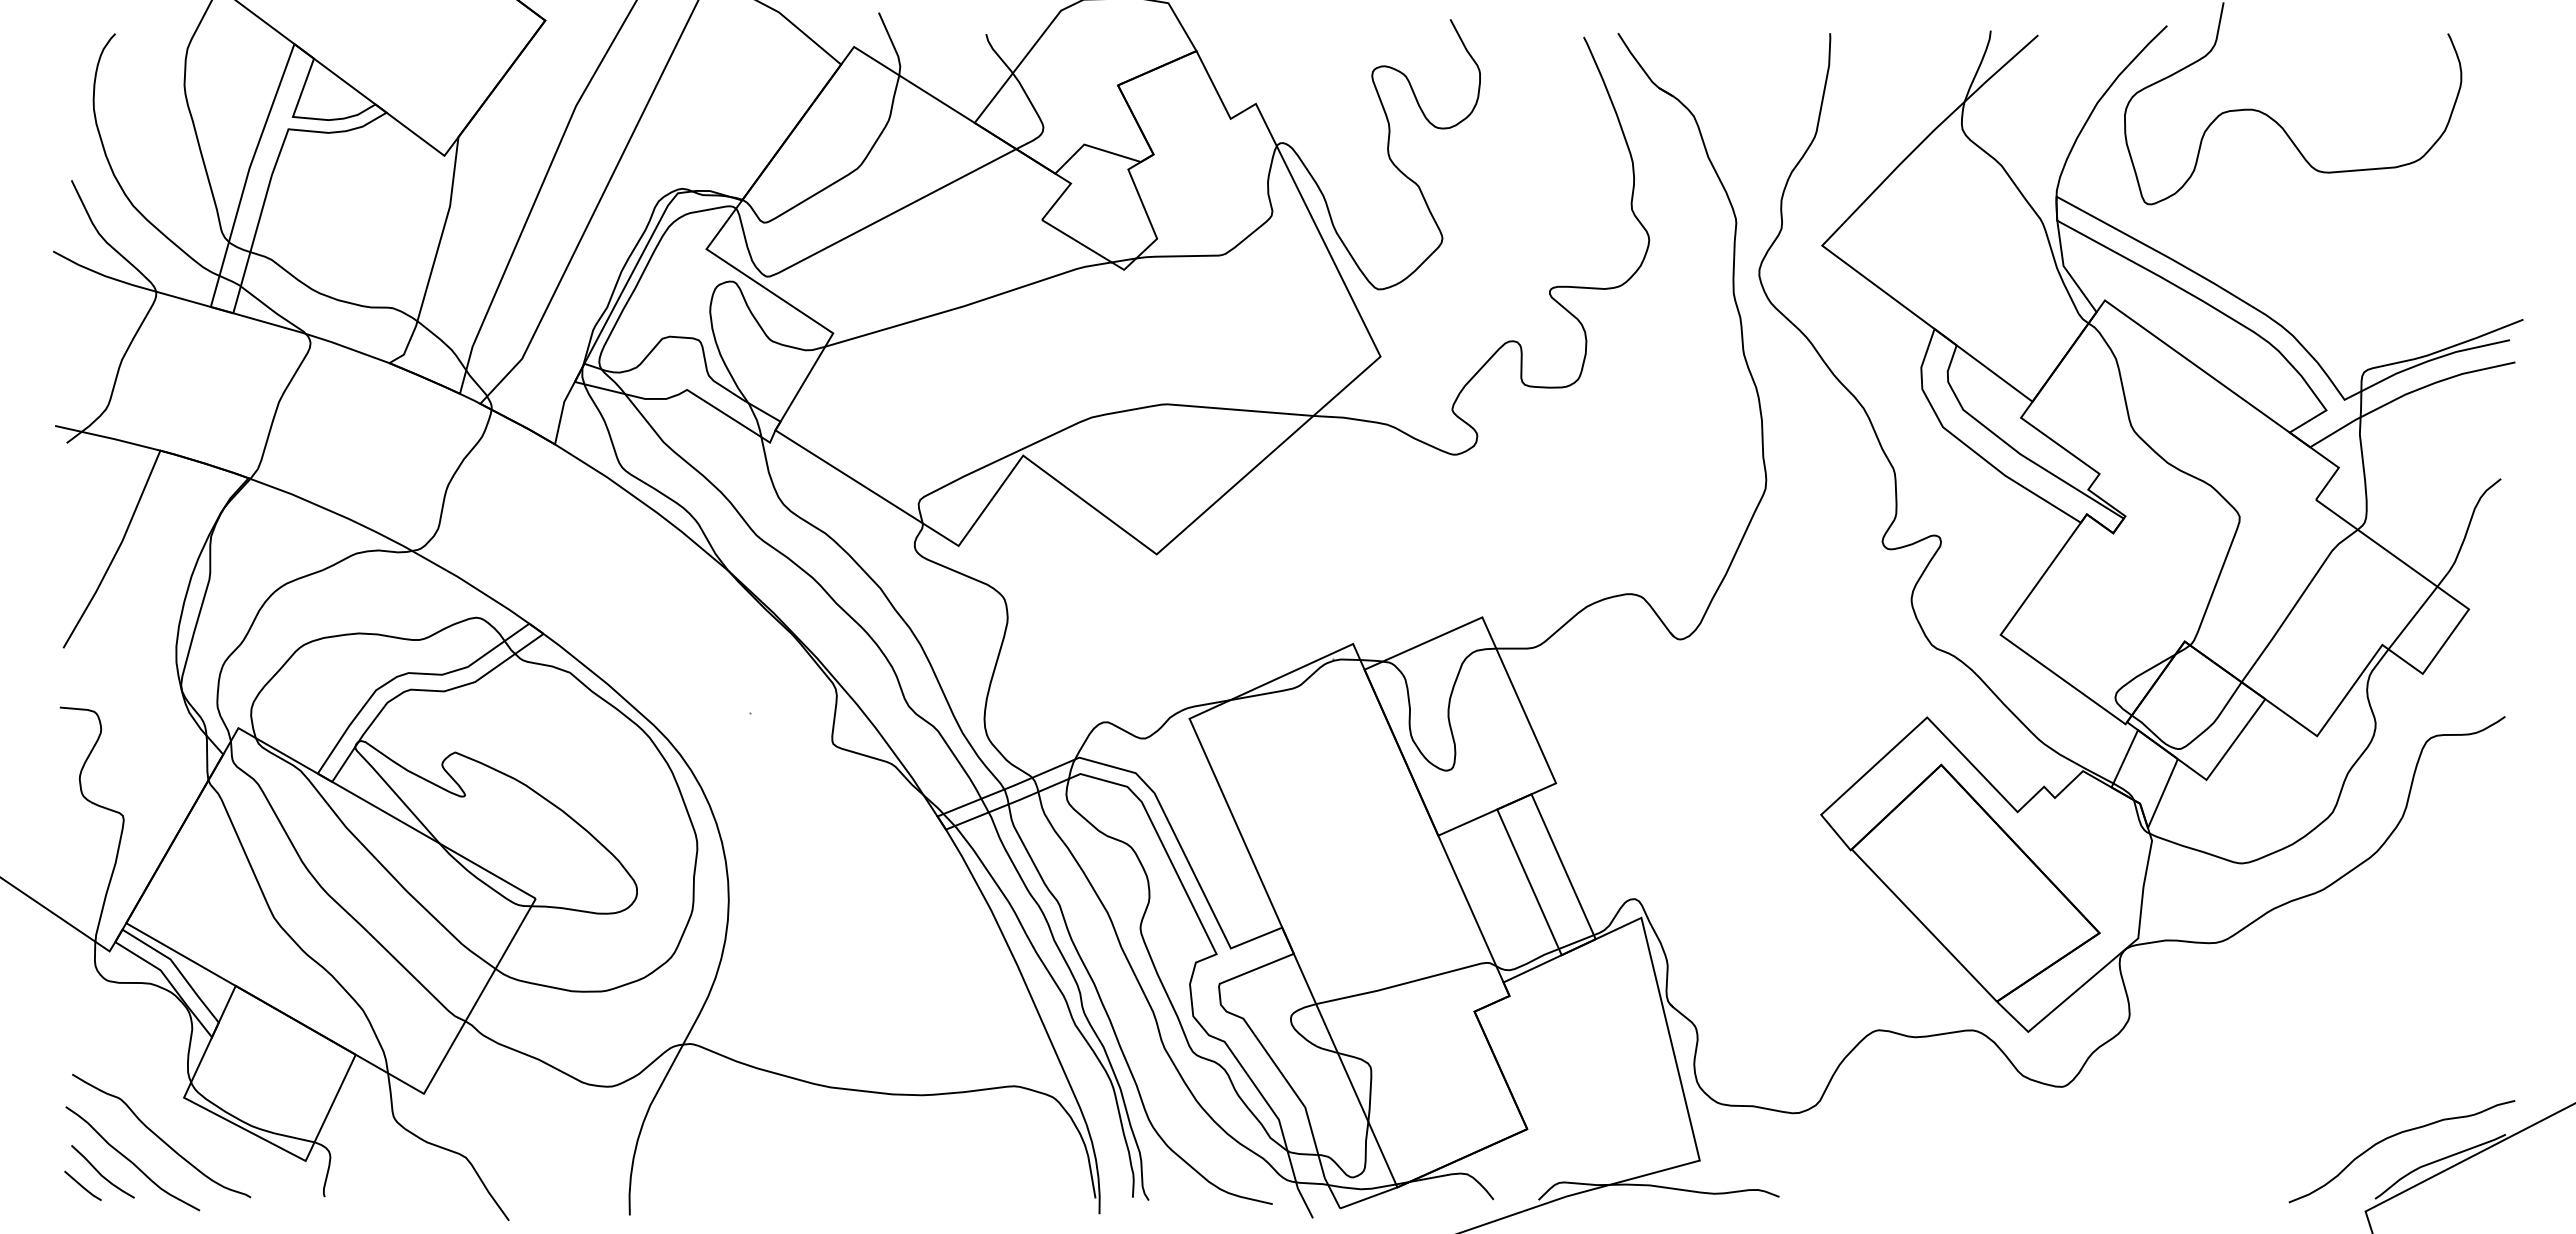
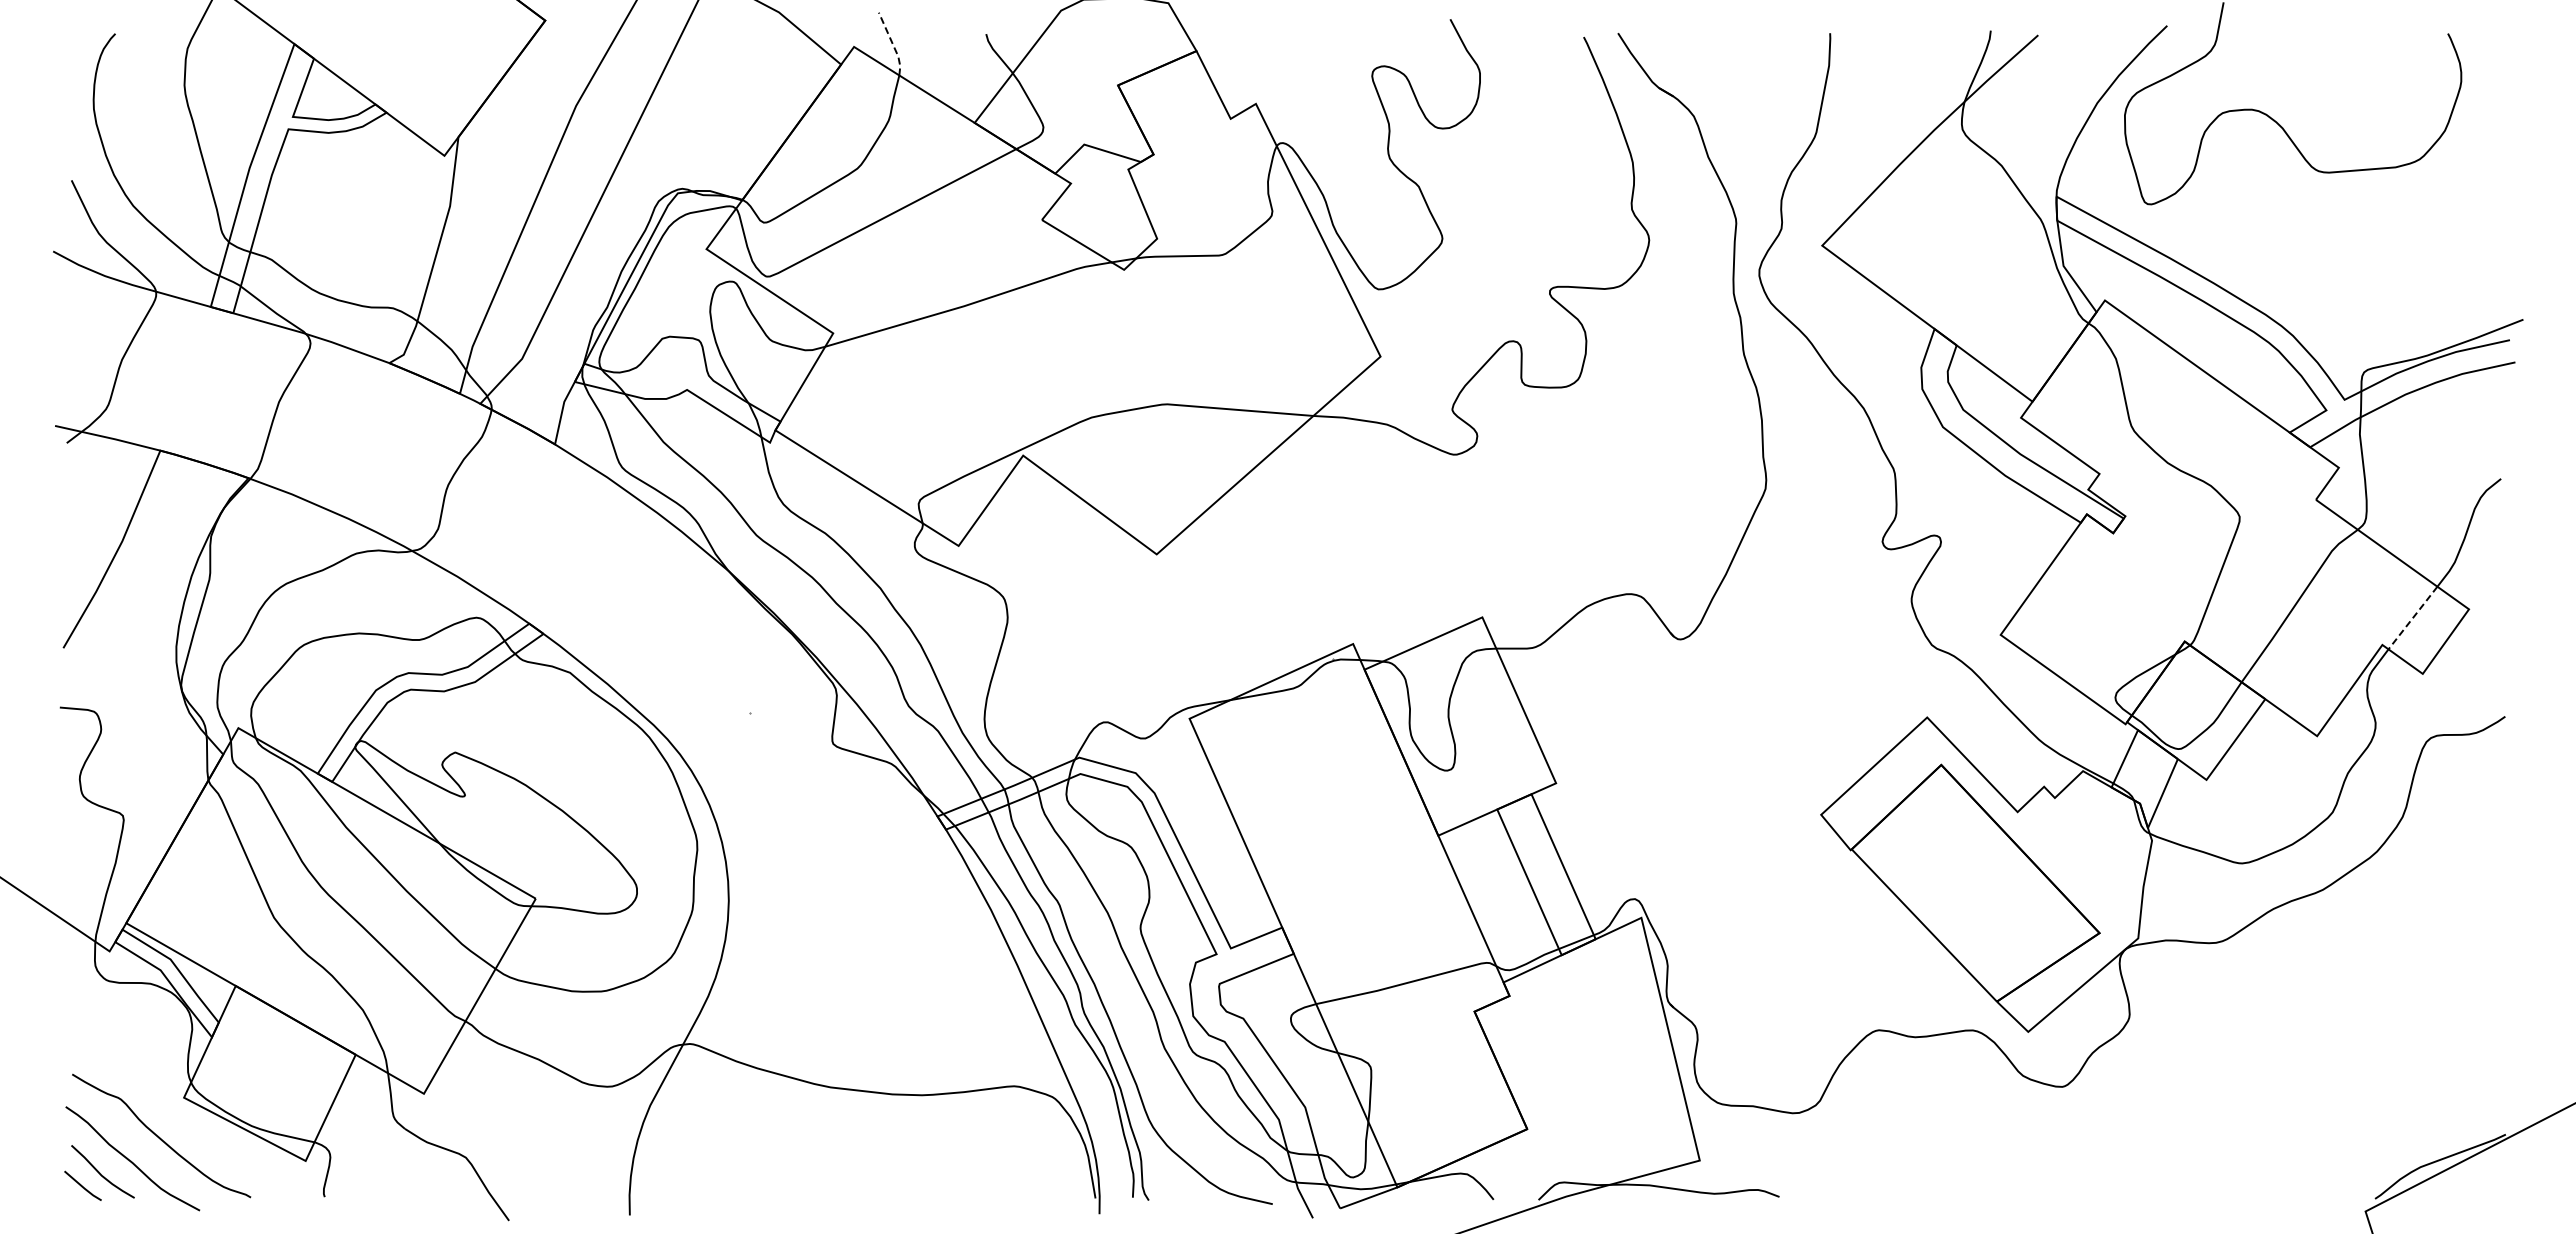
line at (893, 44): solid -> dashed
line at (2412, 618): solid -> dashed
curve at (2394, 1136): present -> none
